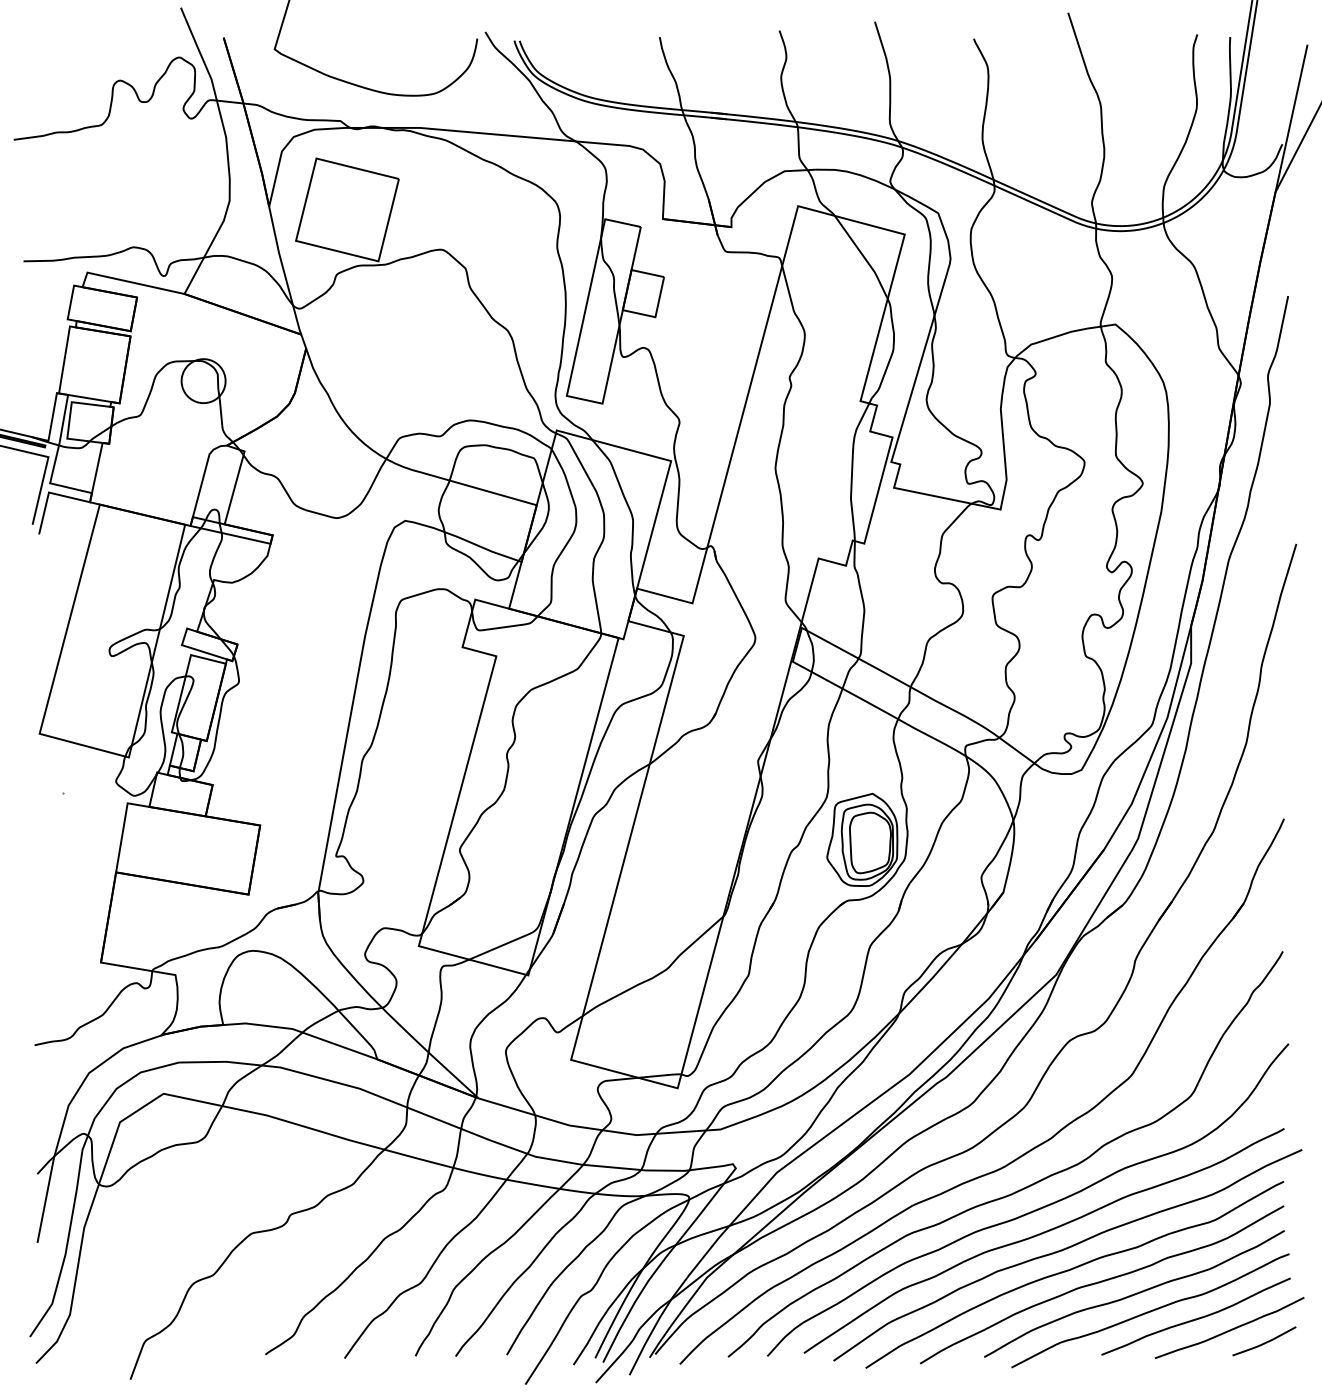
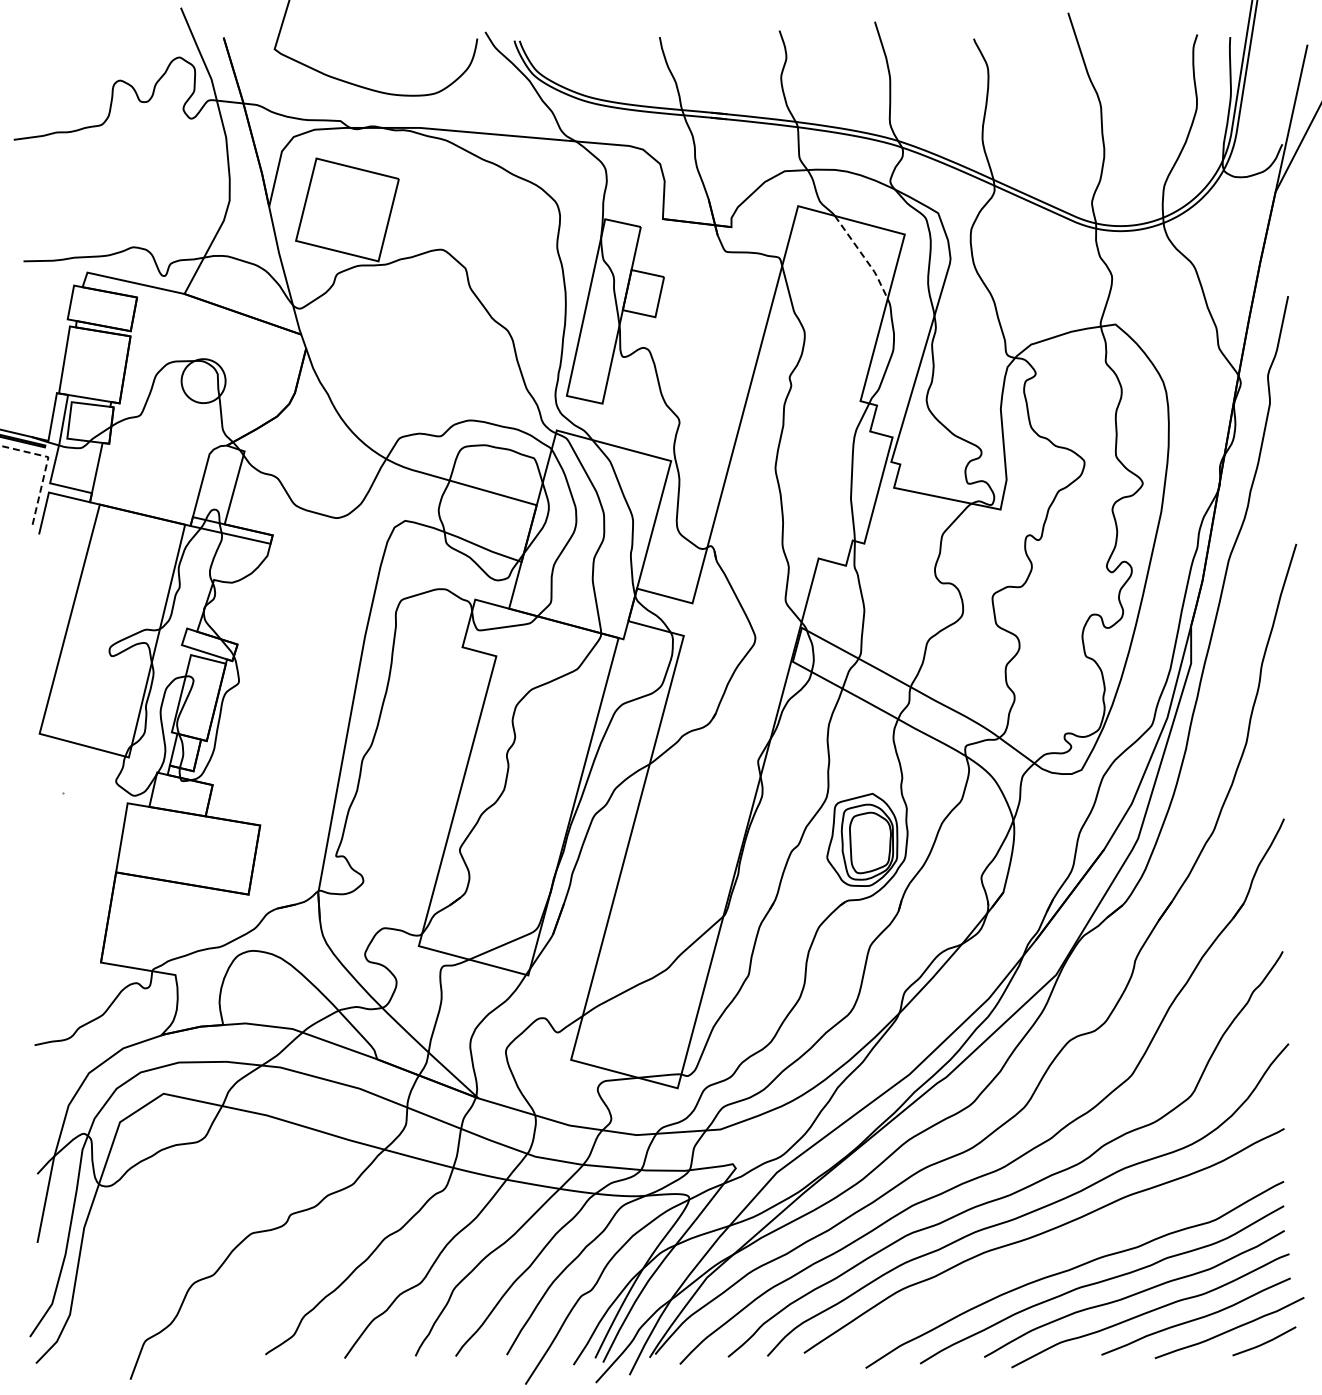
line at (864, 257): solid -> dashed
line at (46, 465): solid -> dashed
curve at (1064, 1250): present -> none
